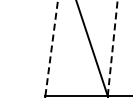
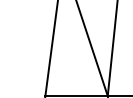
line at (51, 47): dashed -> solid
line at (112, 47): dashed -> solid
